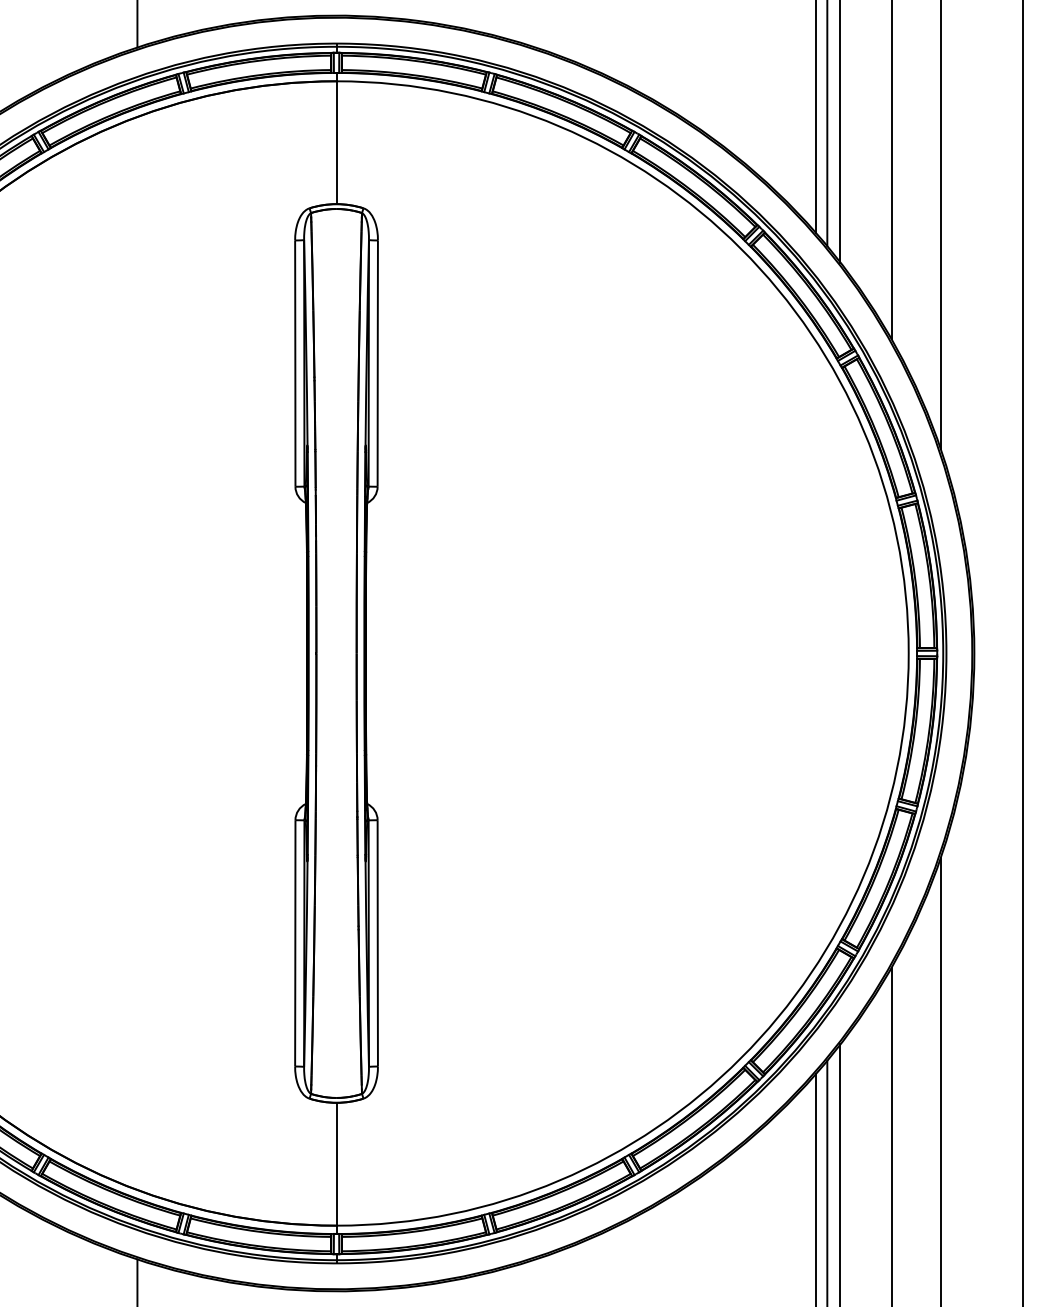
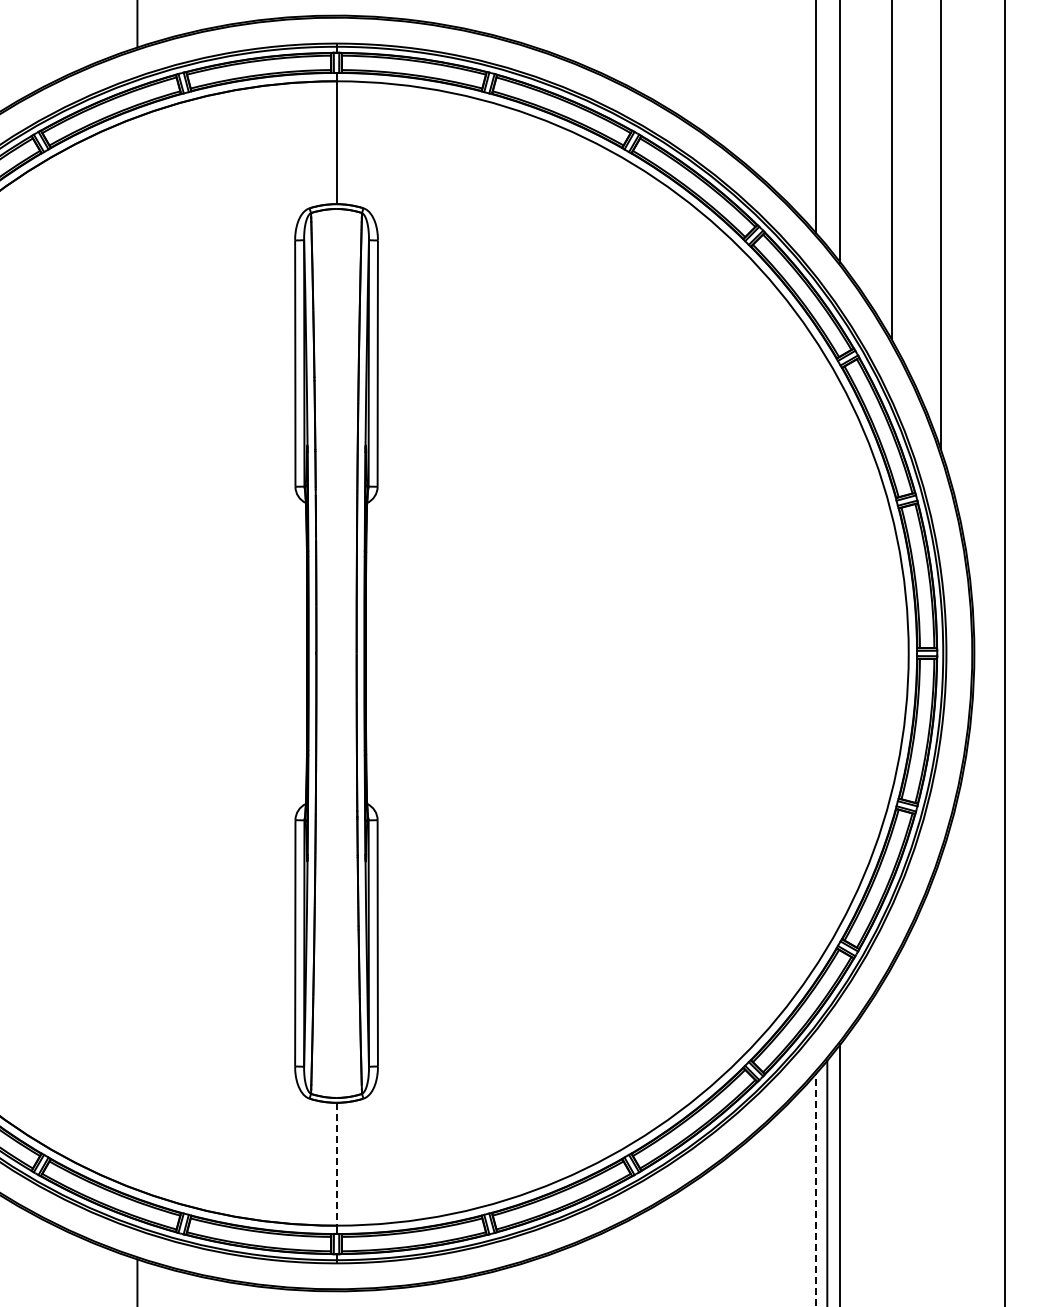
line at (827, 124): present -> none
line at (1023, 652) position: (1023, 652) -> (1005, 652)
line at (940, 1080): present -> none
line at (891, 1135): present -> none
line at (336, 1164): solid -> dashed
line at (815, 1190): solid -> dashed
